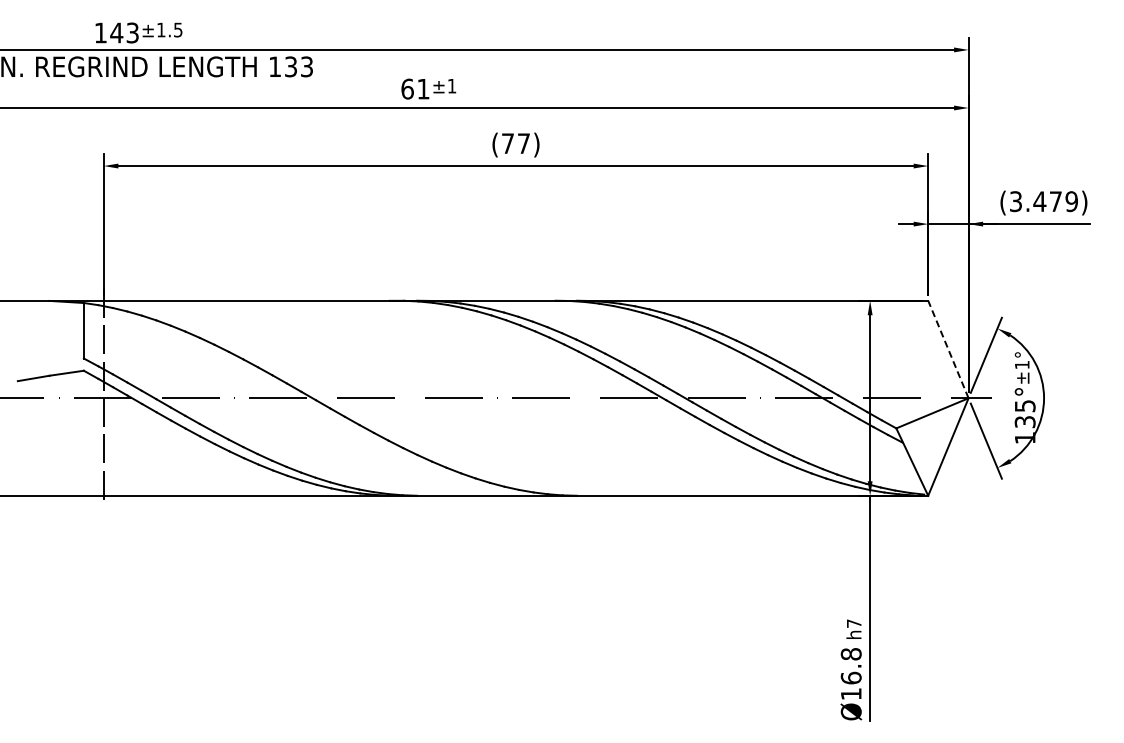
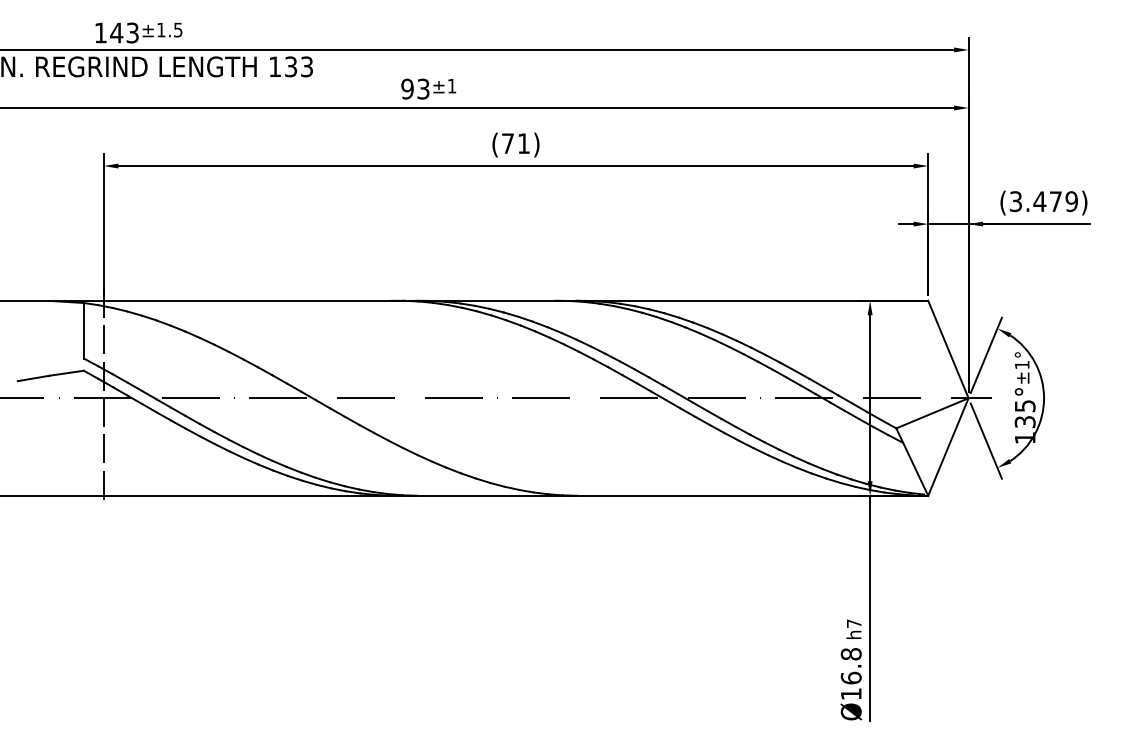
text at (415, 88): 61 -> 93
text at (523, 143): (77) -> (71)
line at (948, 349): dashed -> solid
